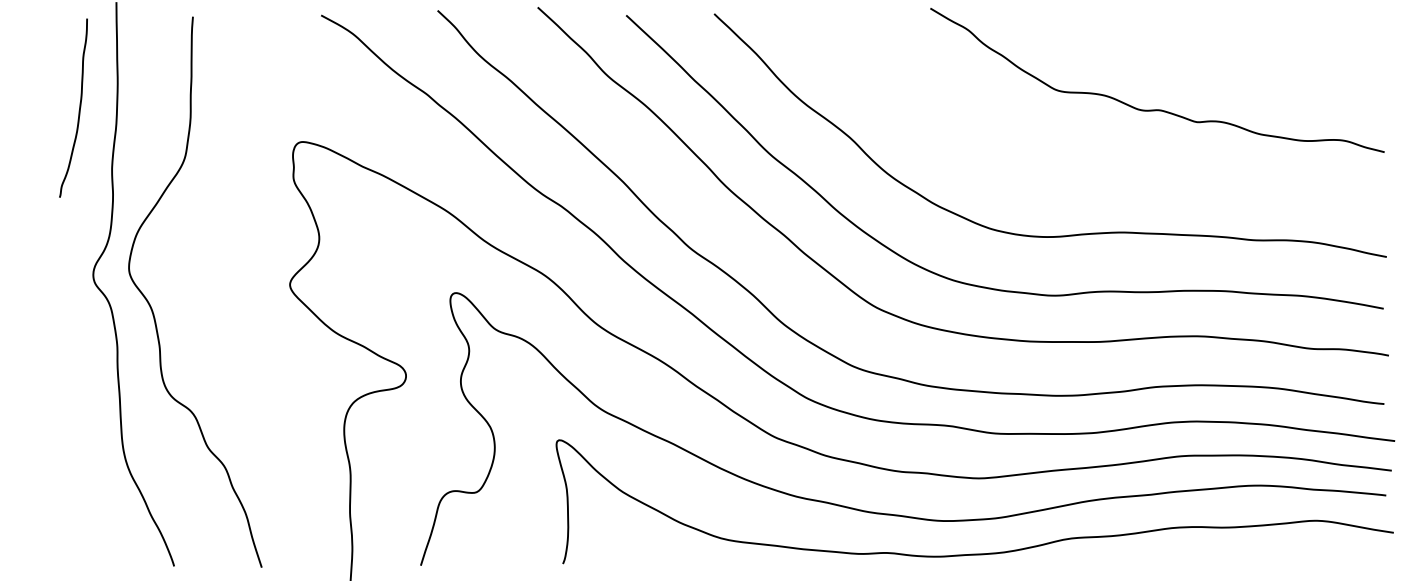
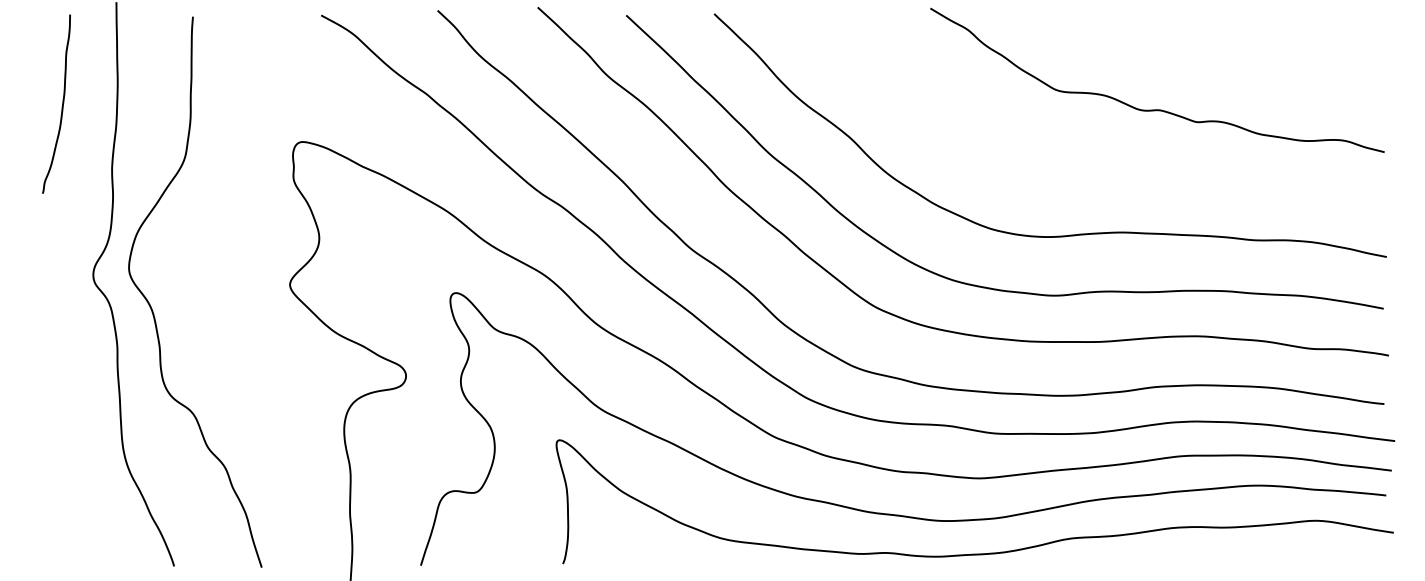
curve at (78, 110) position: (78, 110) -> (61, 106)
